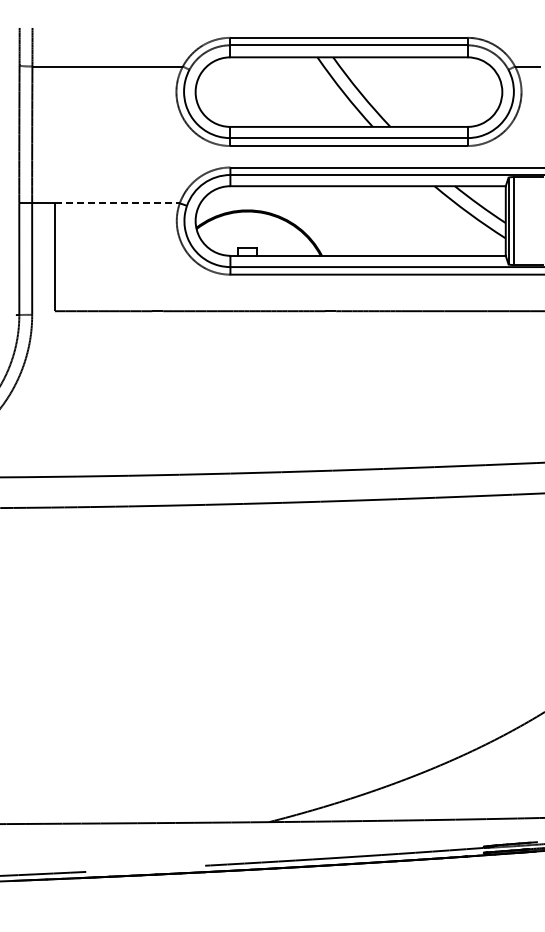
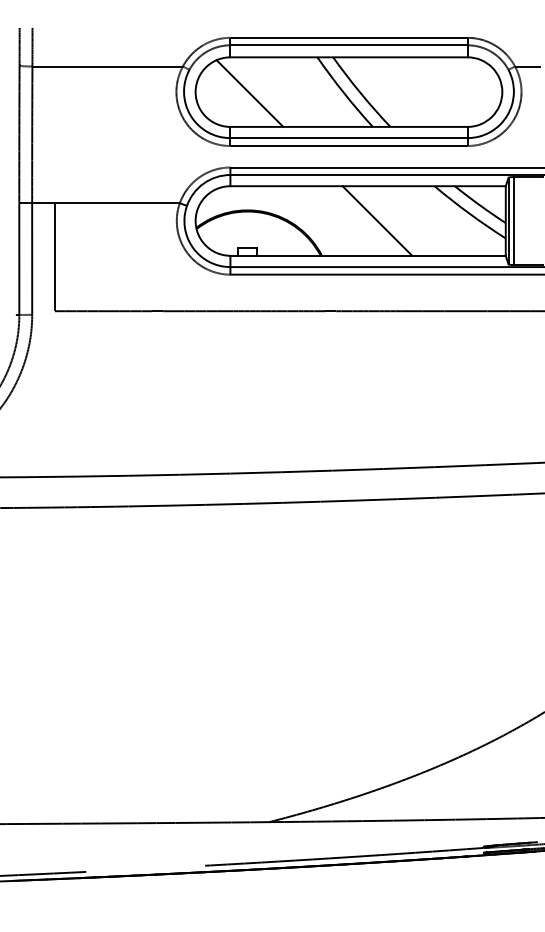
line at (249, 93): none -> present
line at (117, 203): dashed -> solid
line at (377, 220): none -> present
